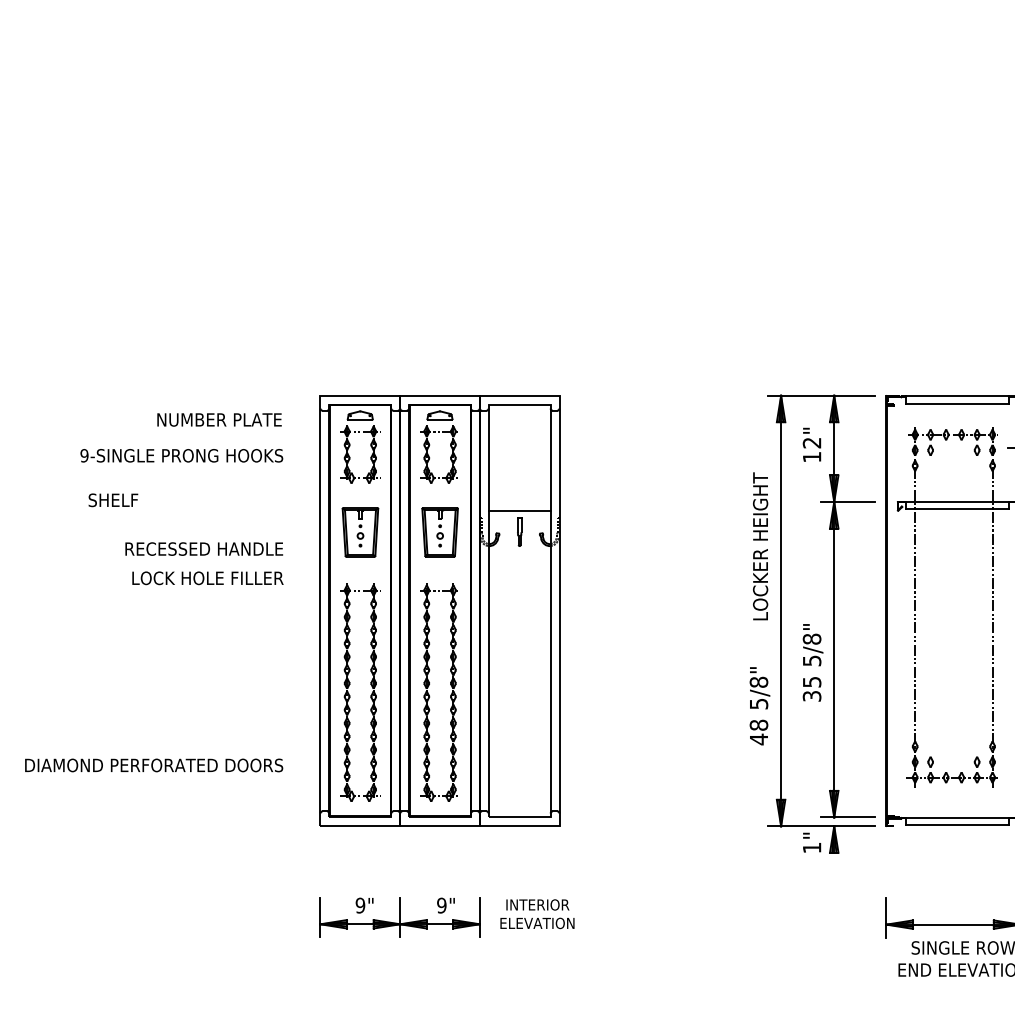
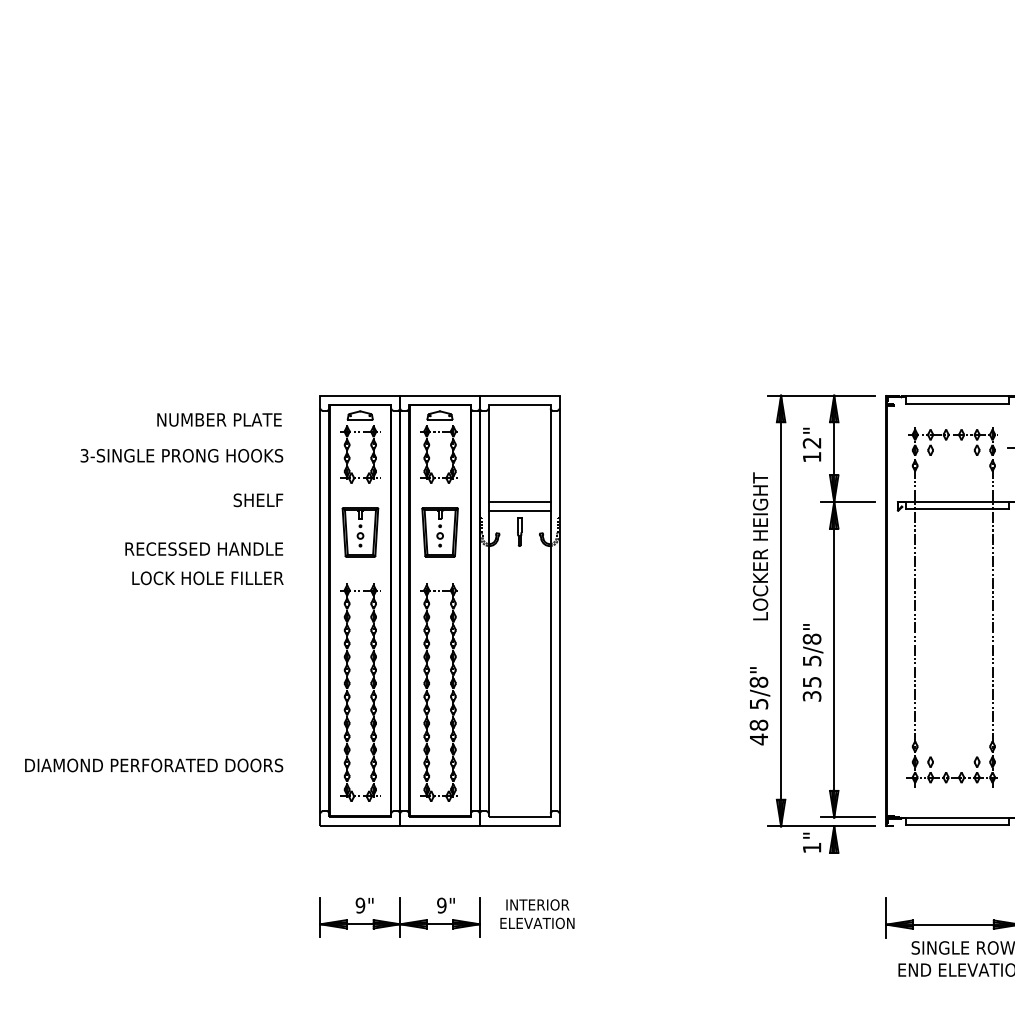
text at (84, 455): 9-SINGLE -> 3-SINGLE
text at (113, 500) position: (113, 500) -> (258, 500)
line at (519, 502): none -> present
